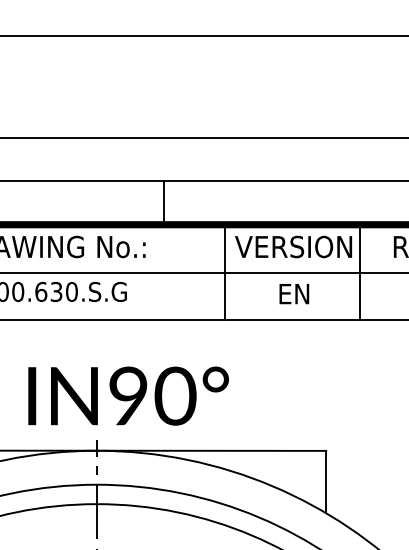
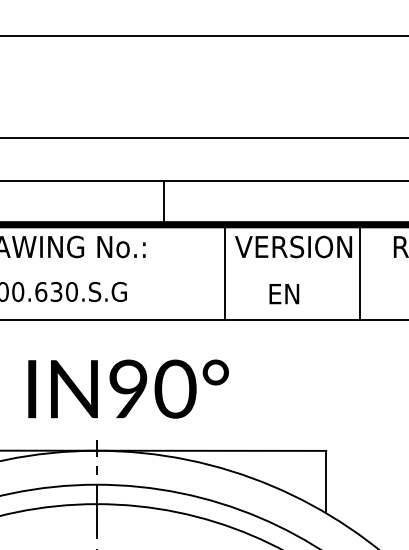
line at (203, 273): present -> none
text at (294, 294) position: (294, 294) -> (284, 294)
text at (128, 395) position: (128, 395) -> (128, 388)
